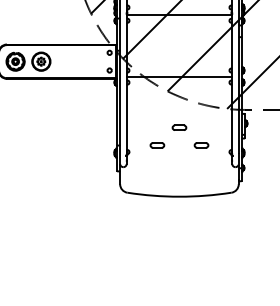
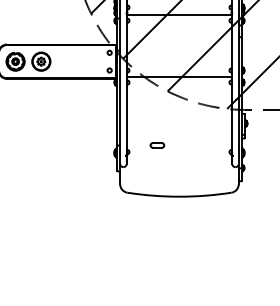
part at (179, 127): present -> none
part at (201, 145): present -> none
